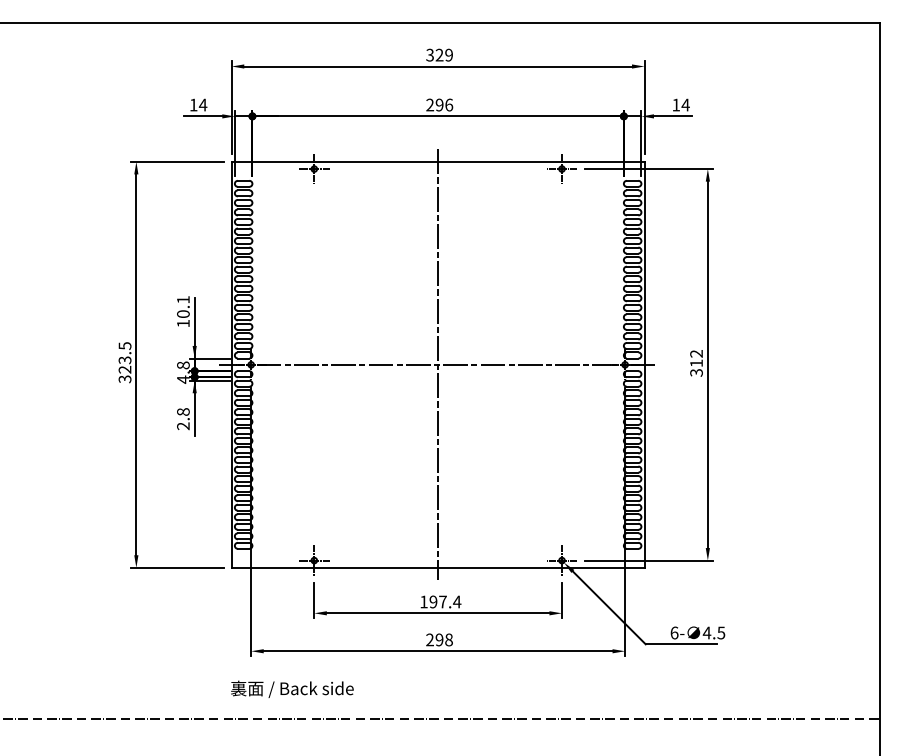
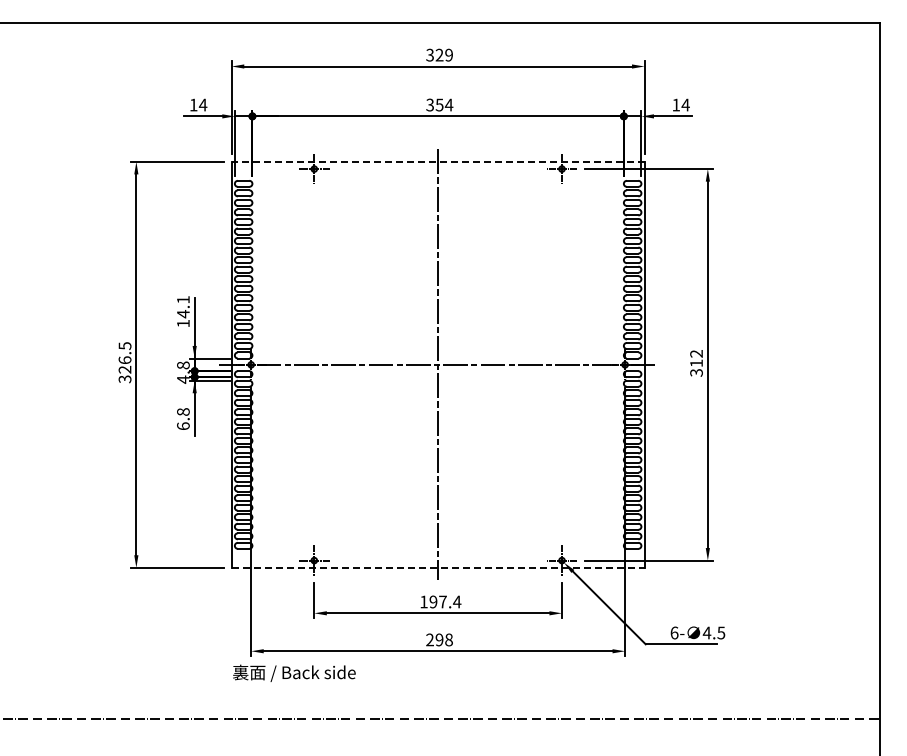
text at (439, 104): 296 -> 354
line at (437, 161): solid -> dashed
text at (183, 314): 10.1 -> 14.1
text at (124, 360): 323.5 -> 326.5
text at (183, 426): 2.8 -> 6.8
line at (438, 567): solid -> dashed
text at (292, 688) position: (292, 688) -> (294, 672)
